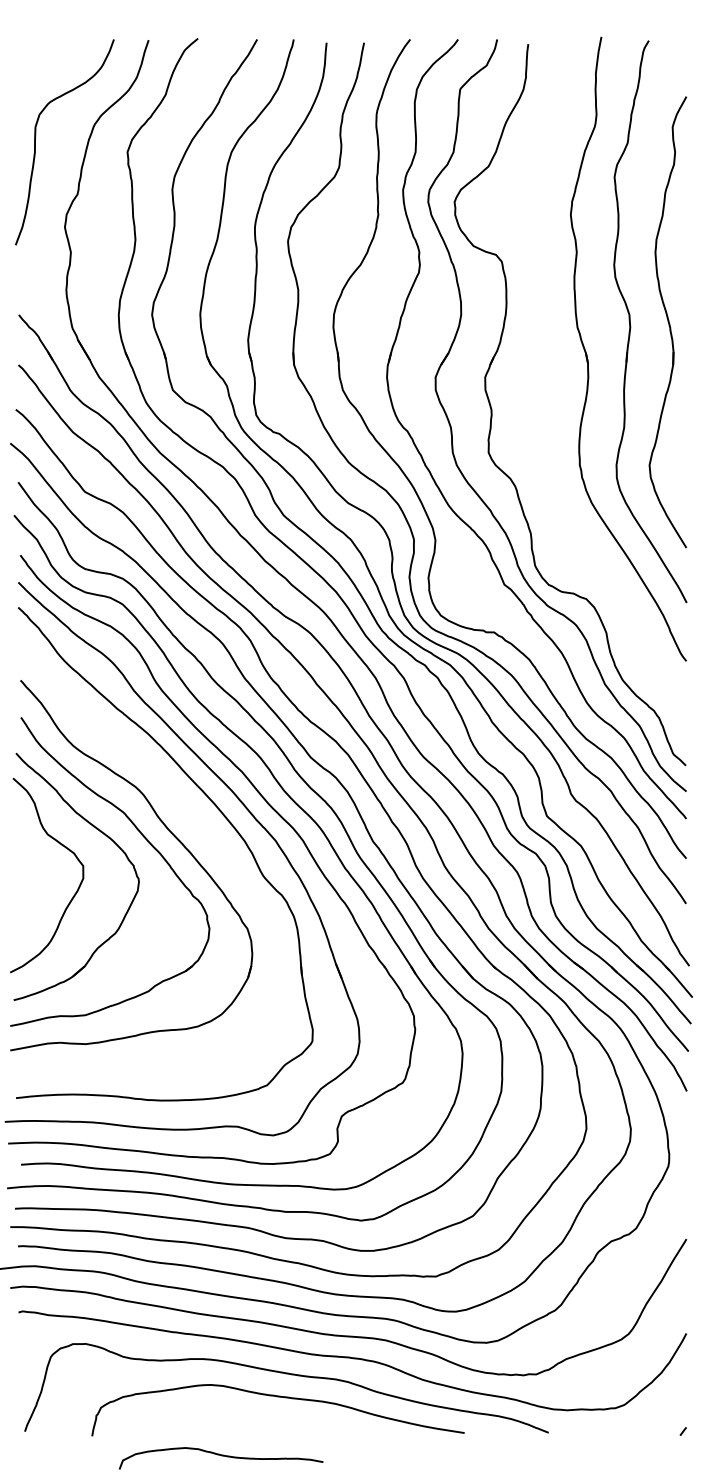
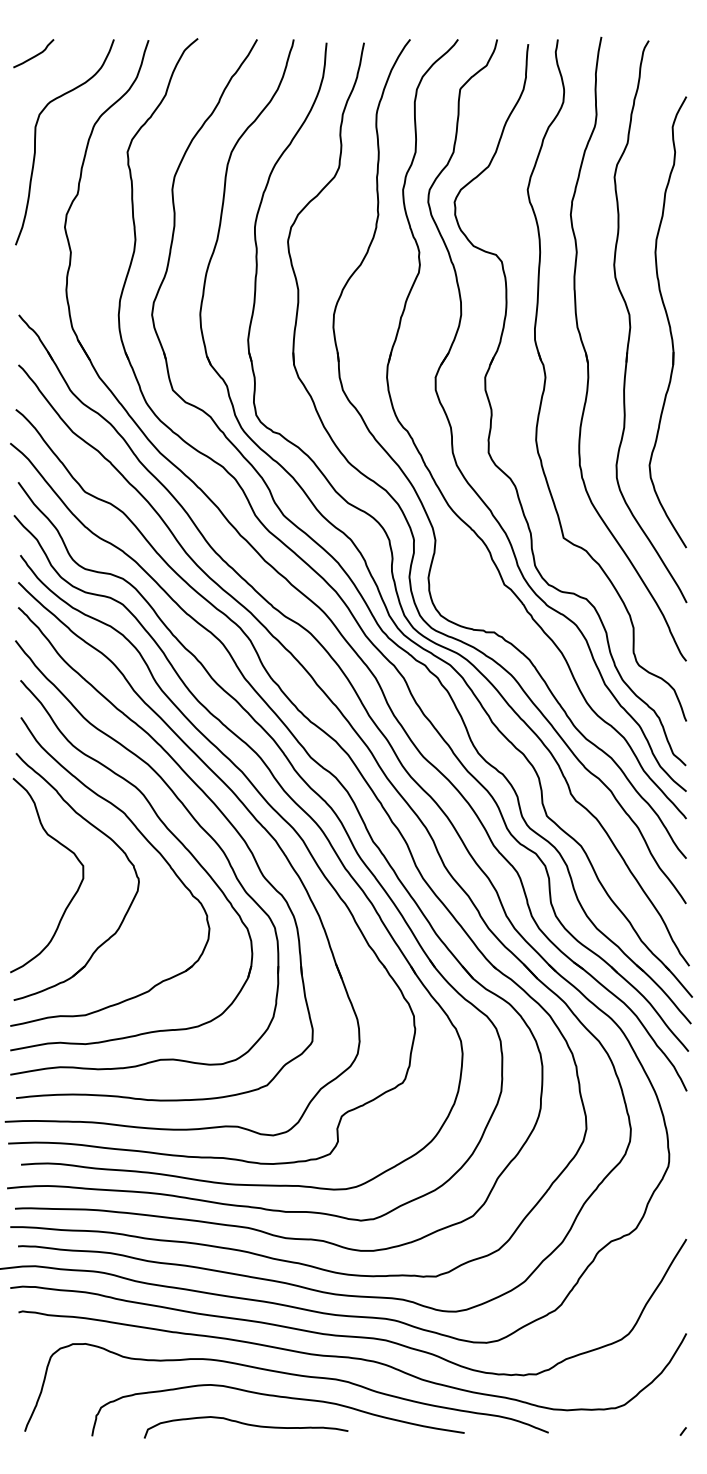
curve at (34, 55): none -> present
part at (546, 379): none -> present
part at (192, 818): none -> present
curve at (221, 1456) position: (221, 1456) -> (246, 1425)
